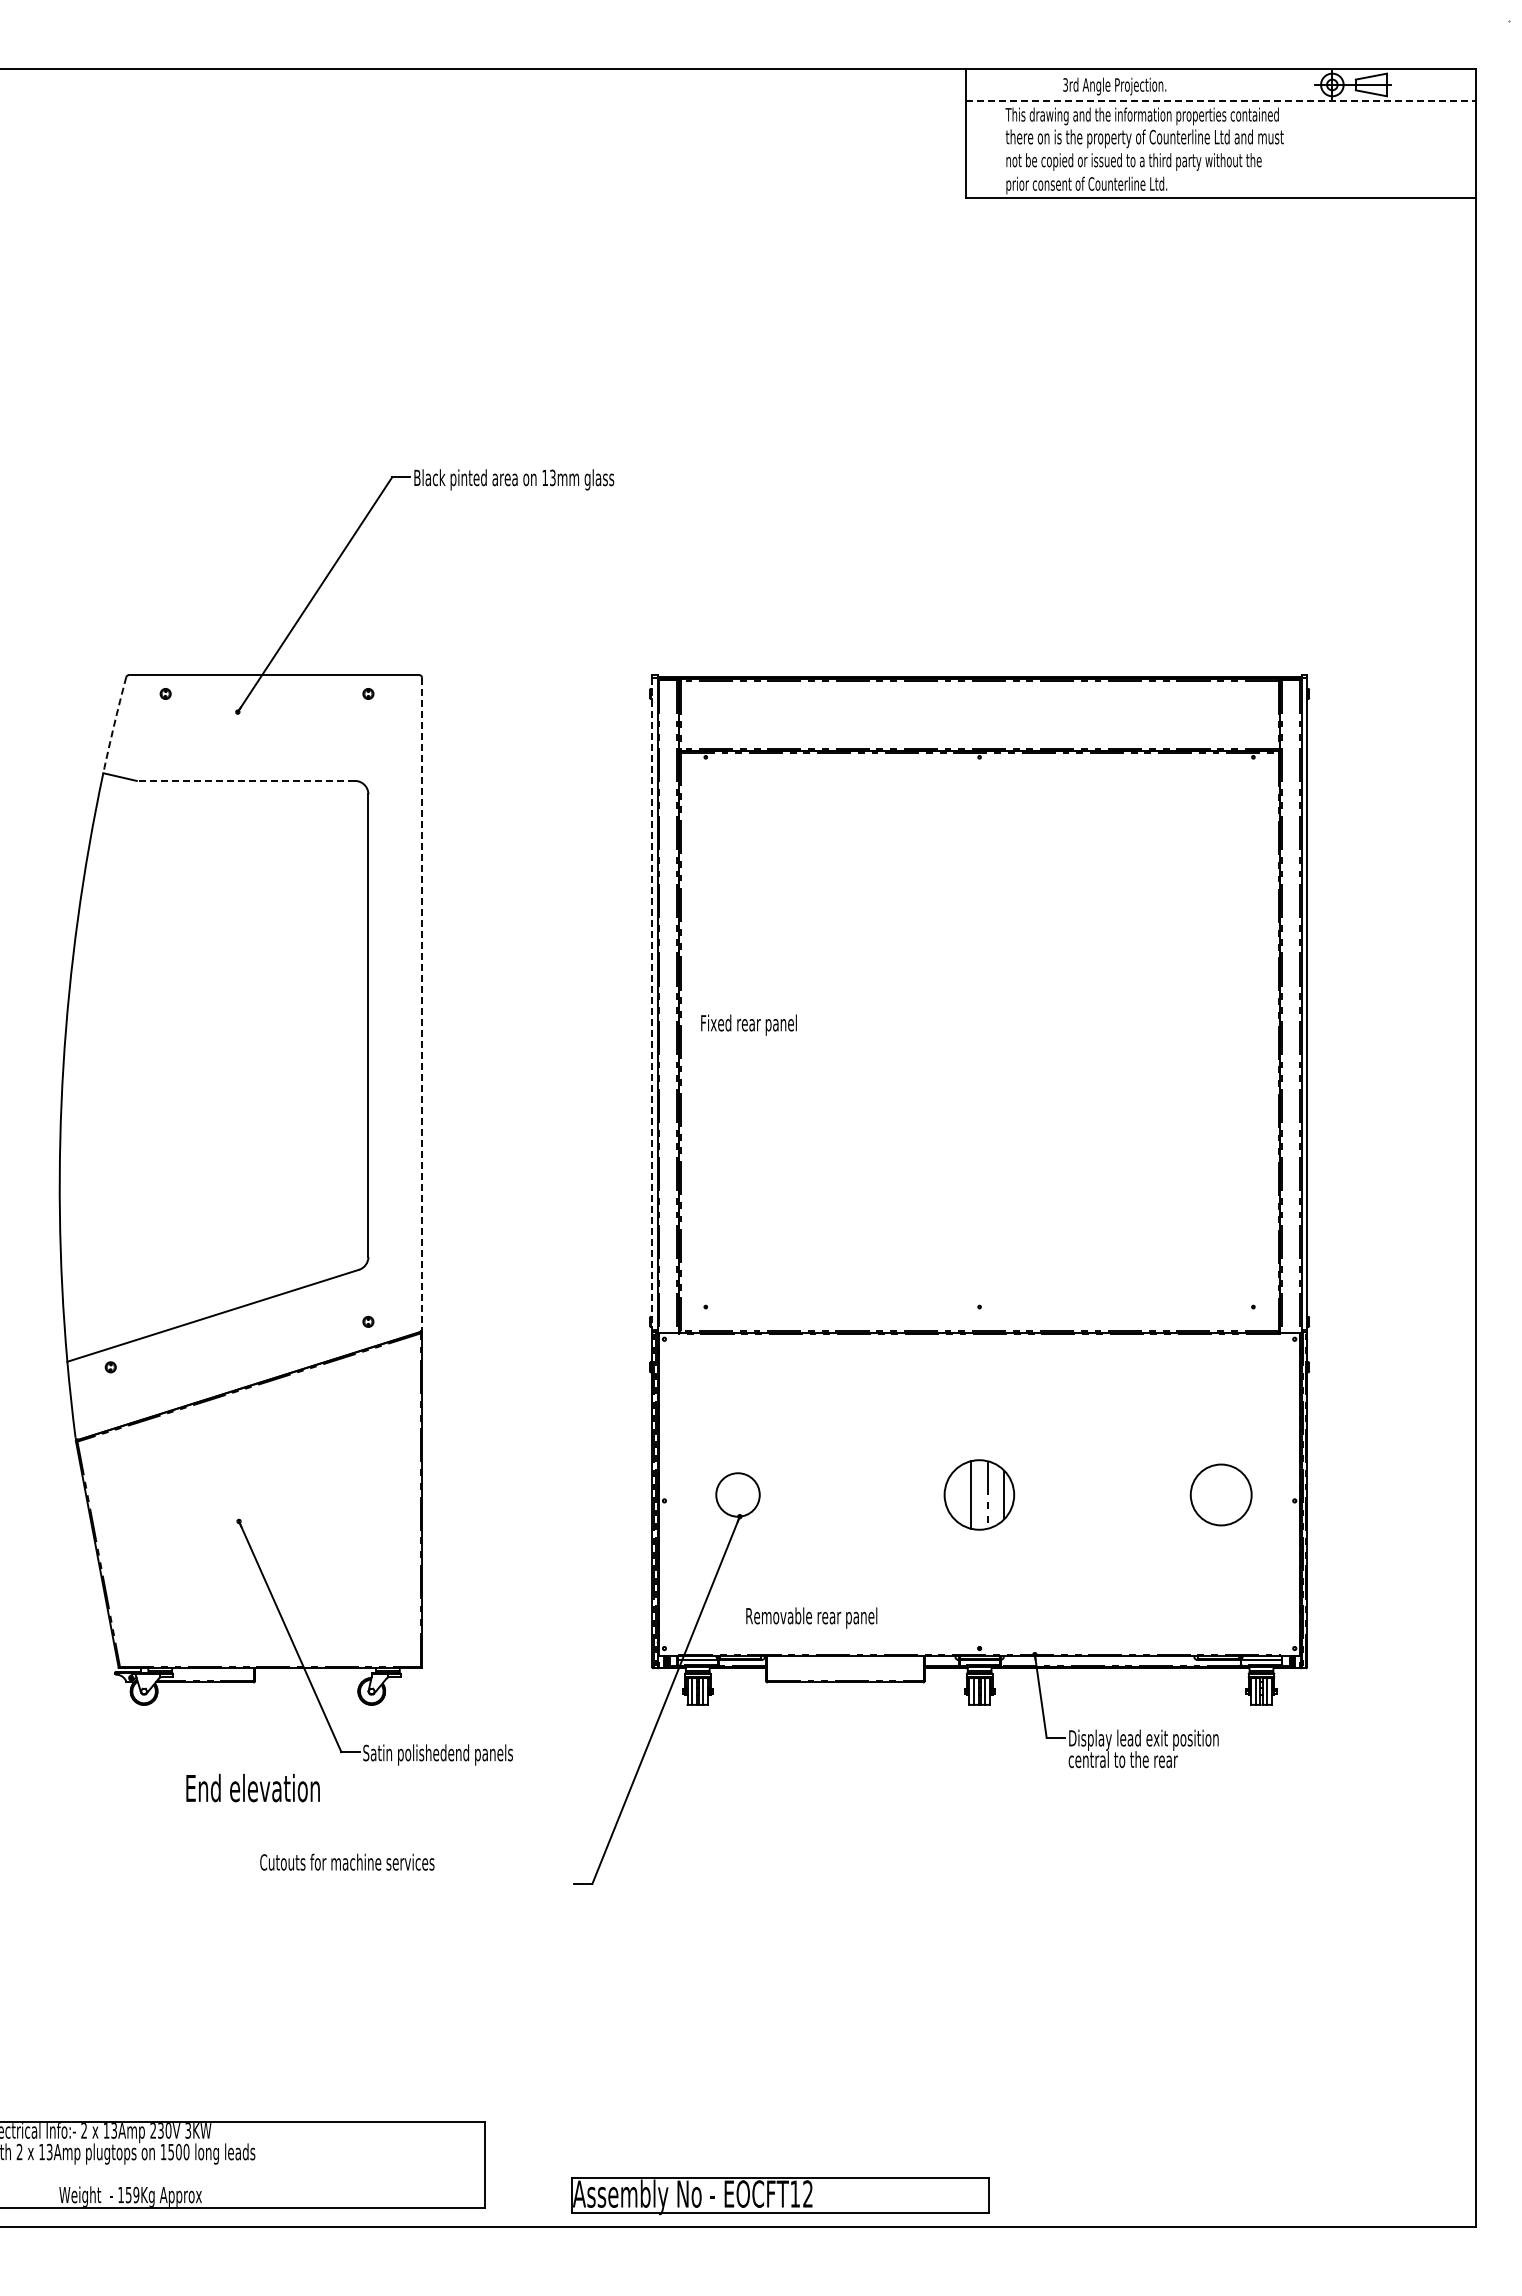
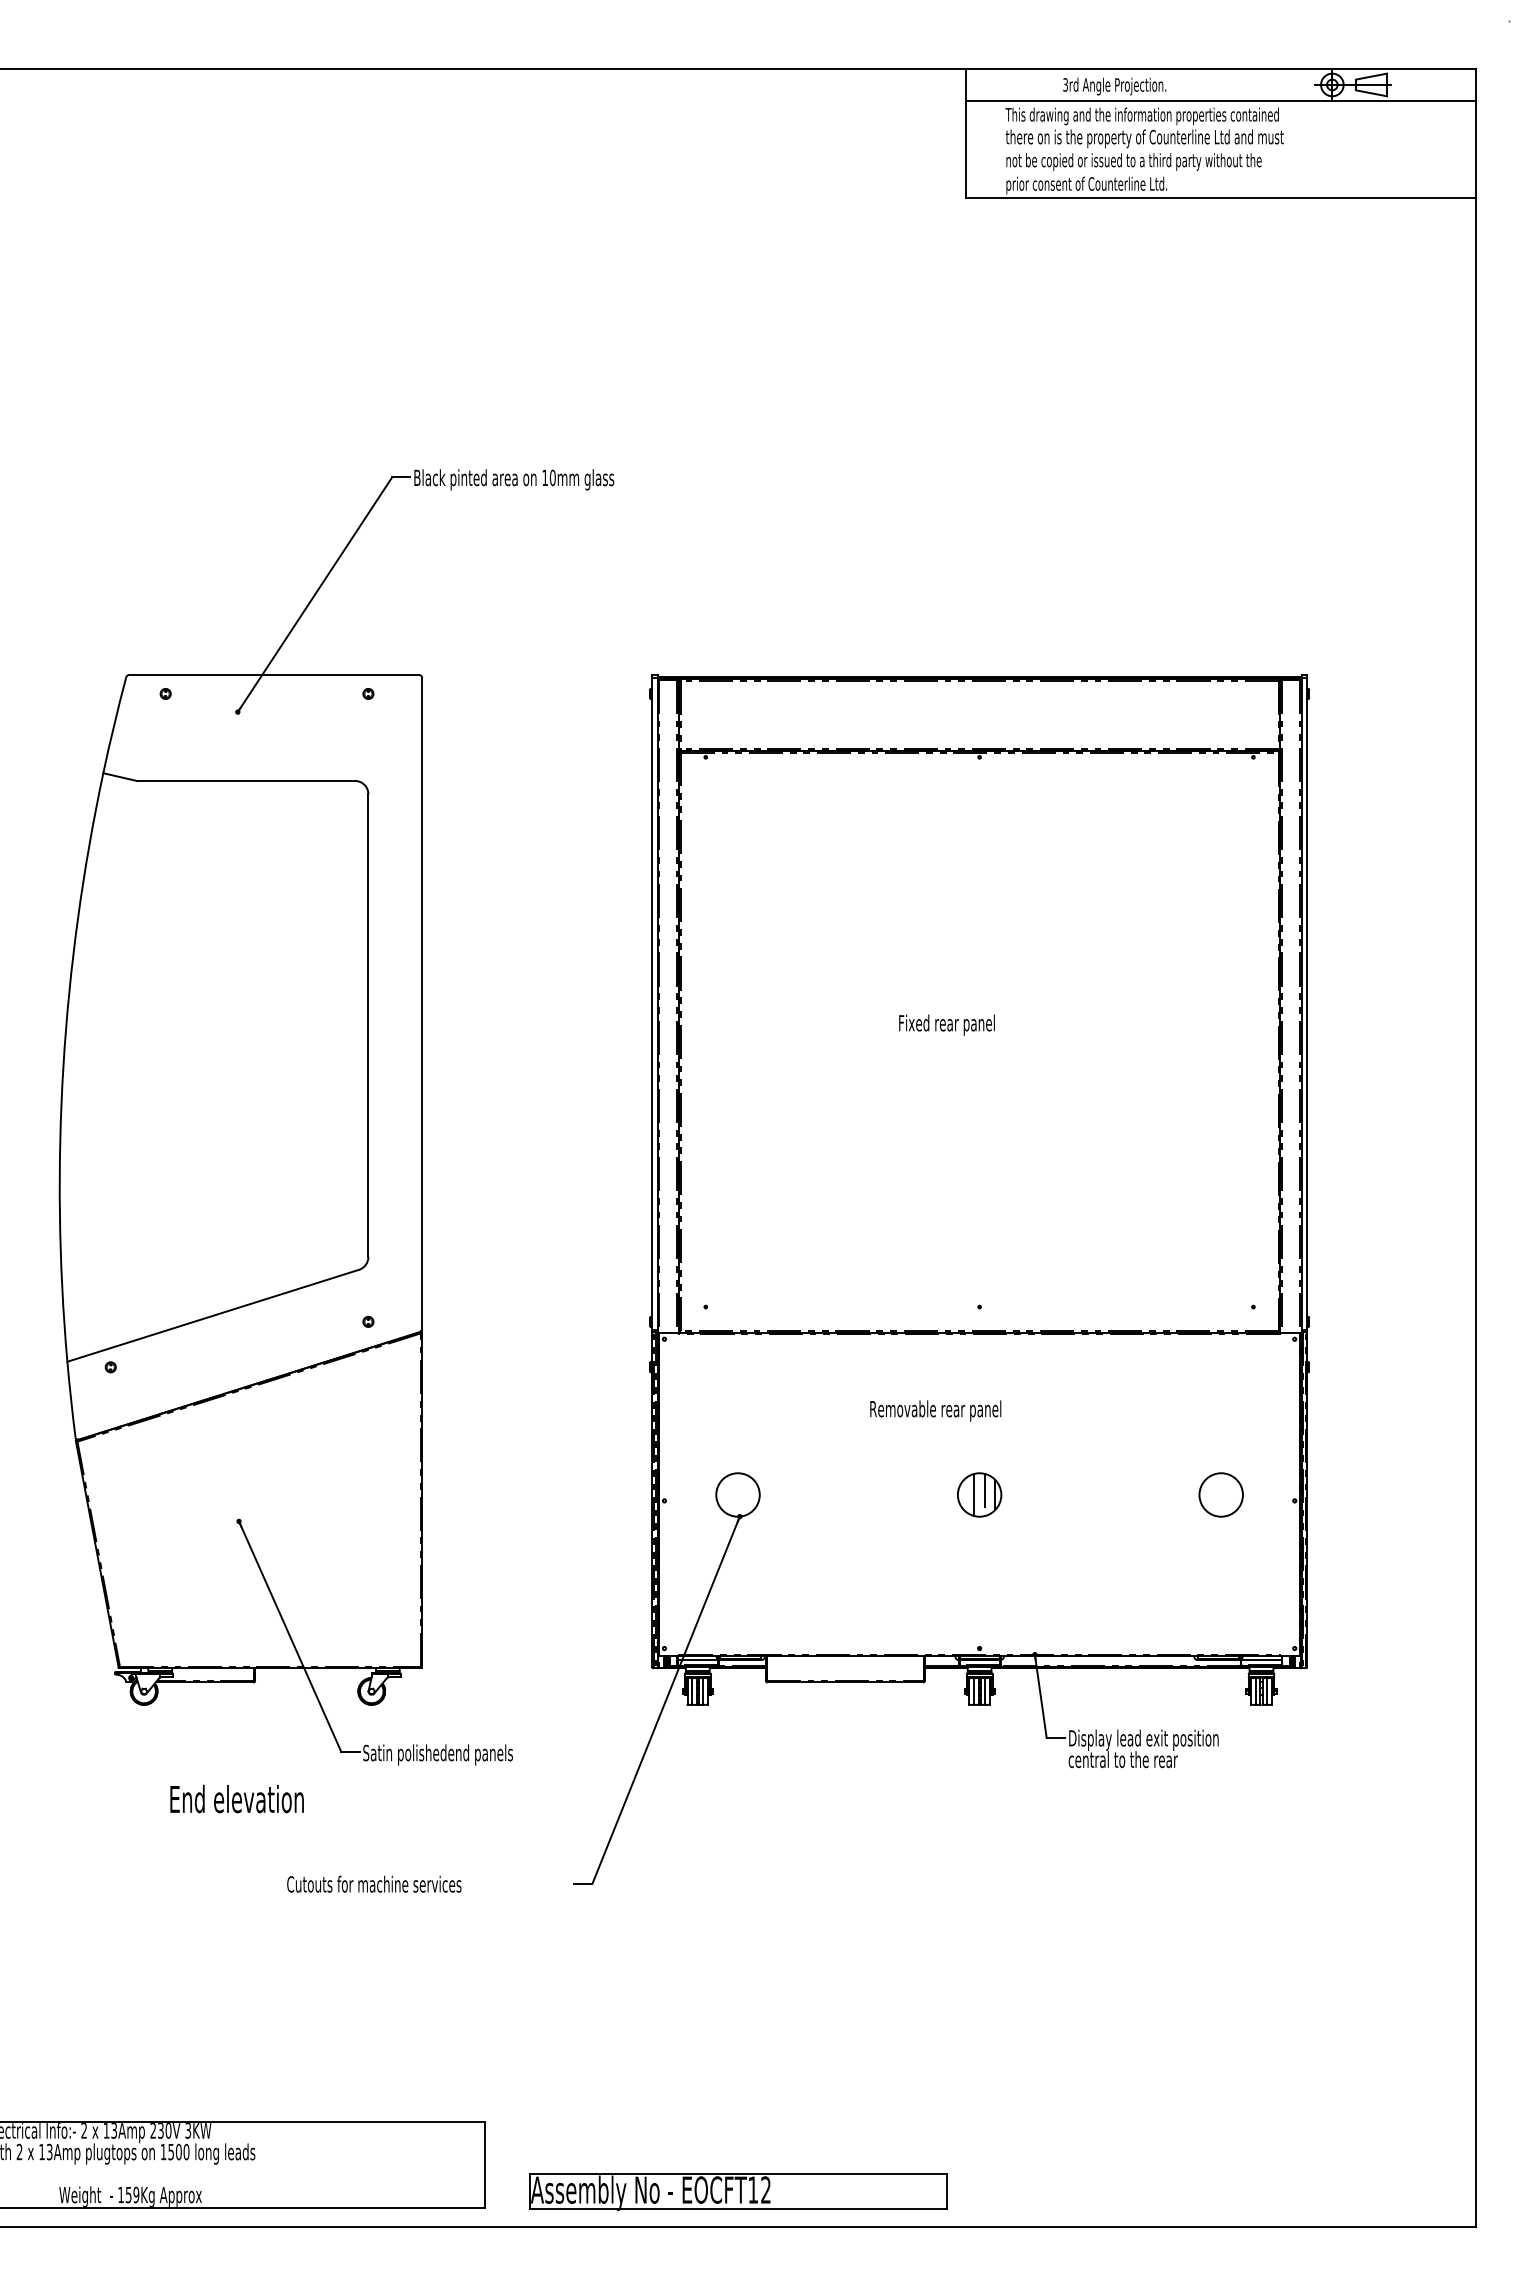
line at (1221, 101): dashed -> solid
text at (552, 477): 13mm -> 10mm
arc at (114, 725): dashed -> solid
line at (245, 780): dashed -> solid
line at (422, 1003): dashed -> solid
line at (652, 1003): dashed -> solid
text at (748, 1024) position: (748, 1024) -> (946, 1024)
part at (979, 1494) size: 73x72 px -> 46x46 px
circle at (1220, 1494) diameter: 61 px -> 43 px
text at (811, 1617) position: (811, 1617) -> (935, 1410)
text at (252, 1787) position: (252, 1787) -> (236, 1798)
text at (347, 1861) position: (347, 1861) -> (374, 1883)
part at (780, 2196) position: (780, 2196) -> (738, 2192)
